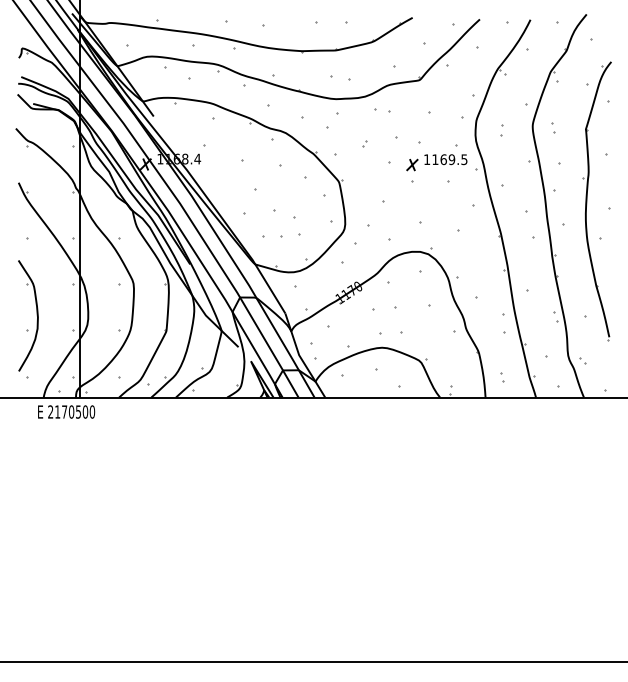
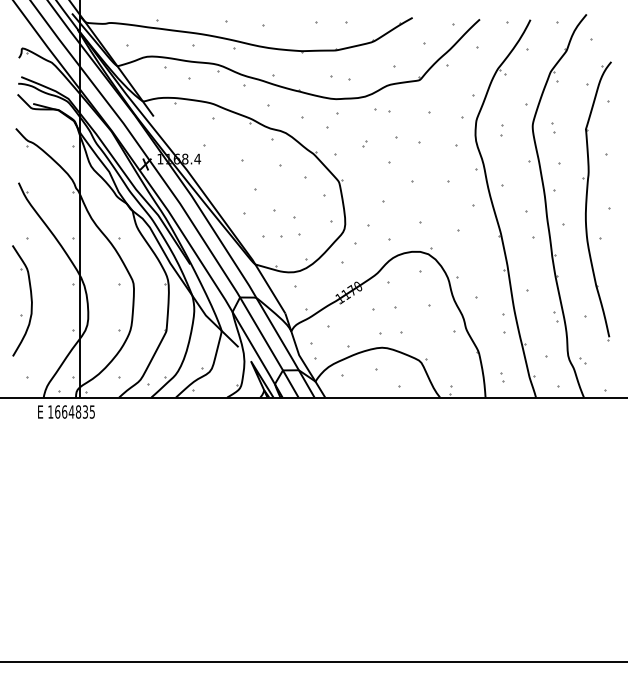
part at (436, 162): present -> none
part at (36, 315) position: (36, 315) -> (30, 300)
text at (71, 411): 2170500 -> 1664835
